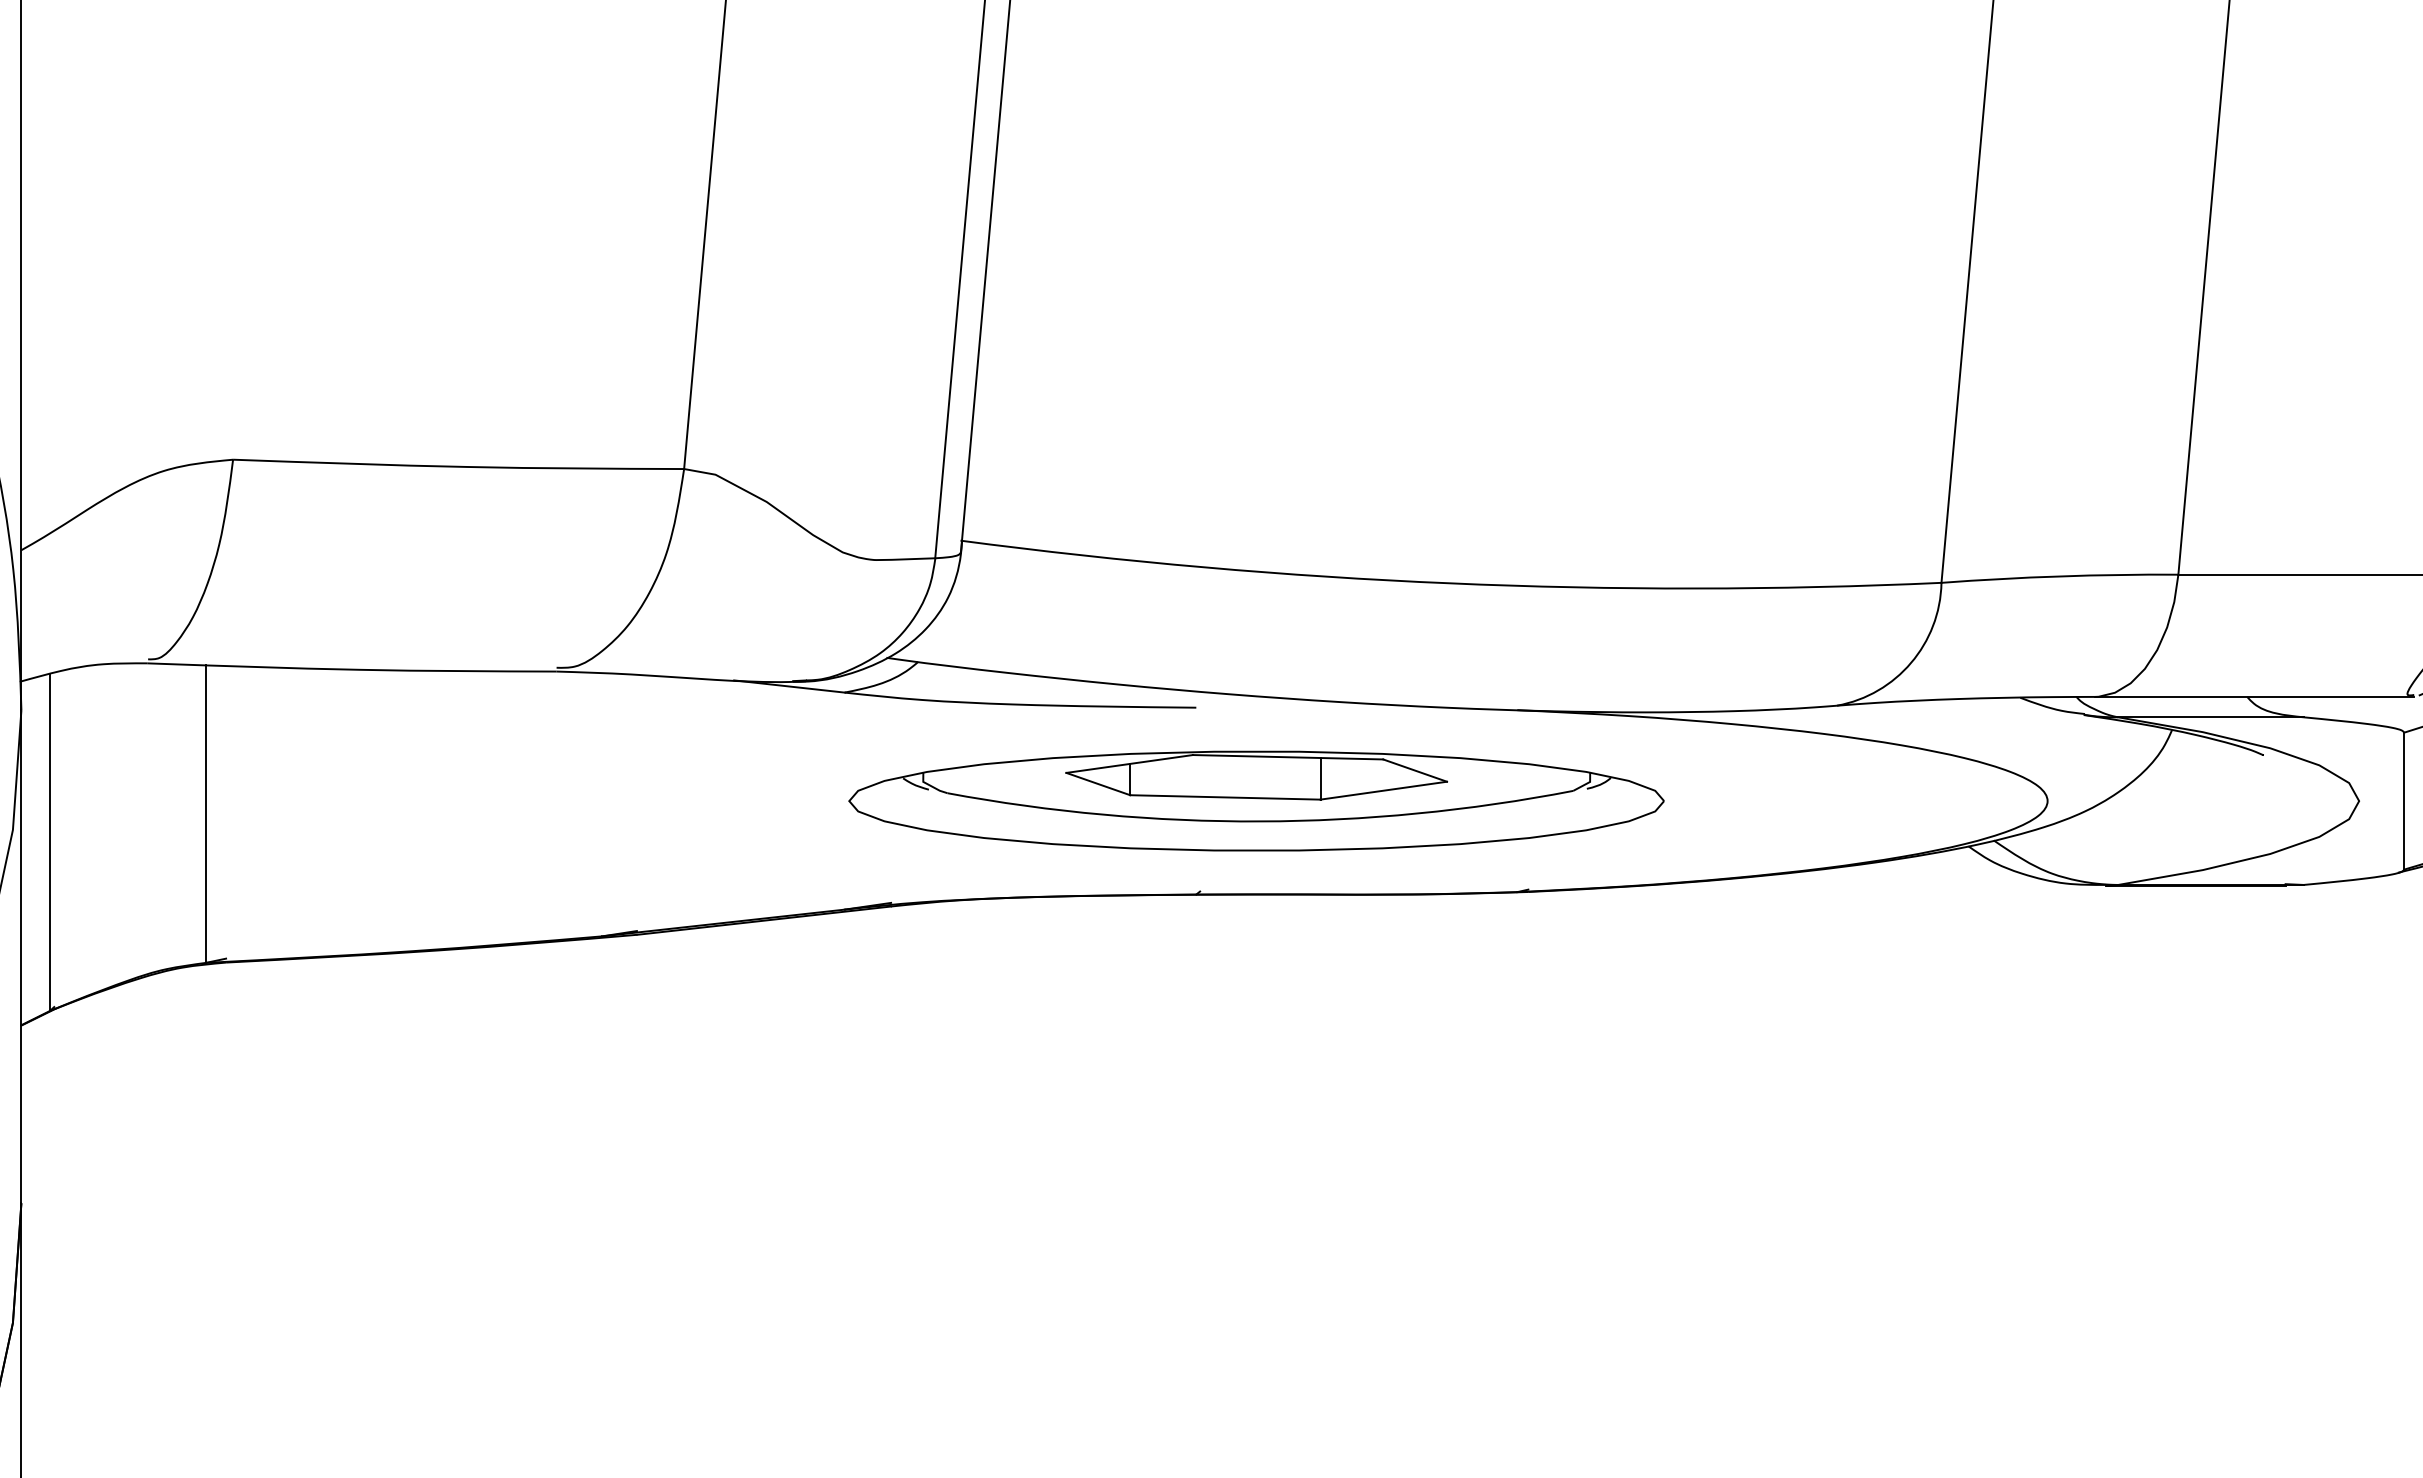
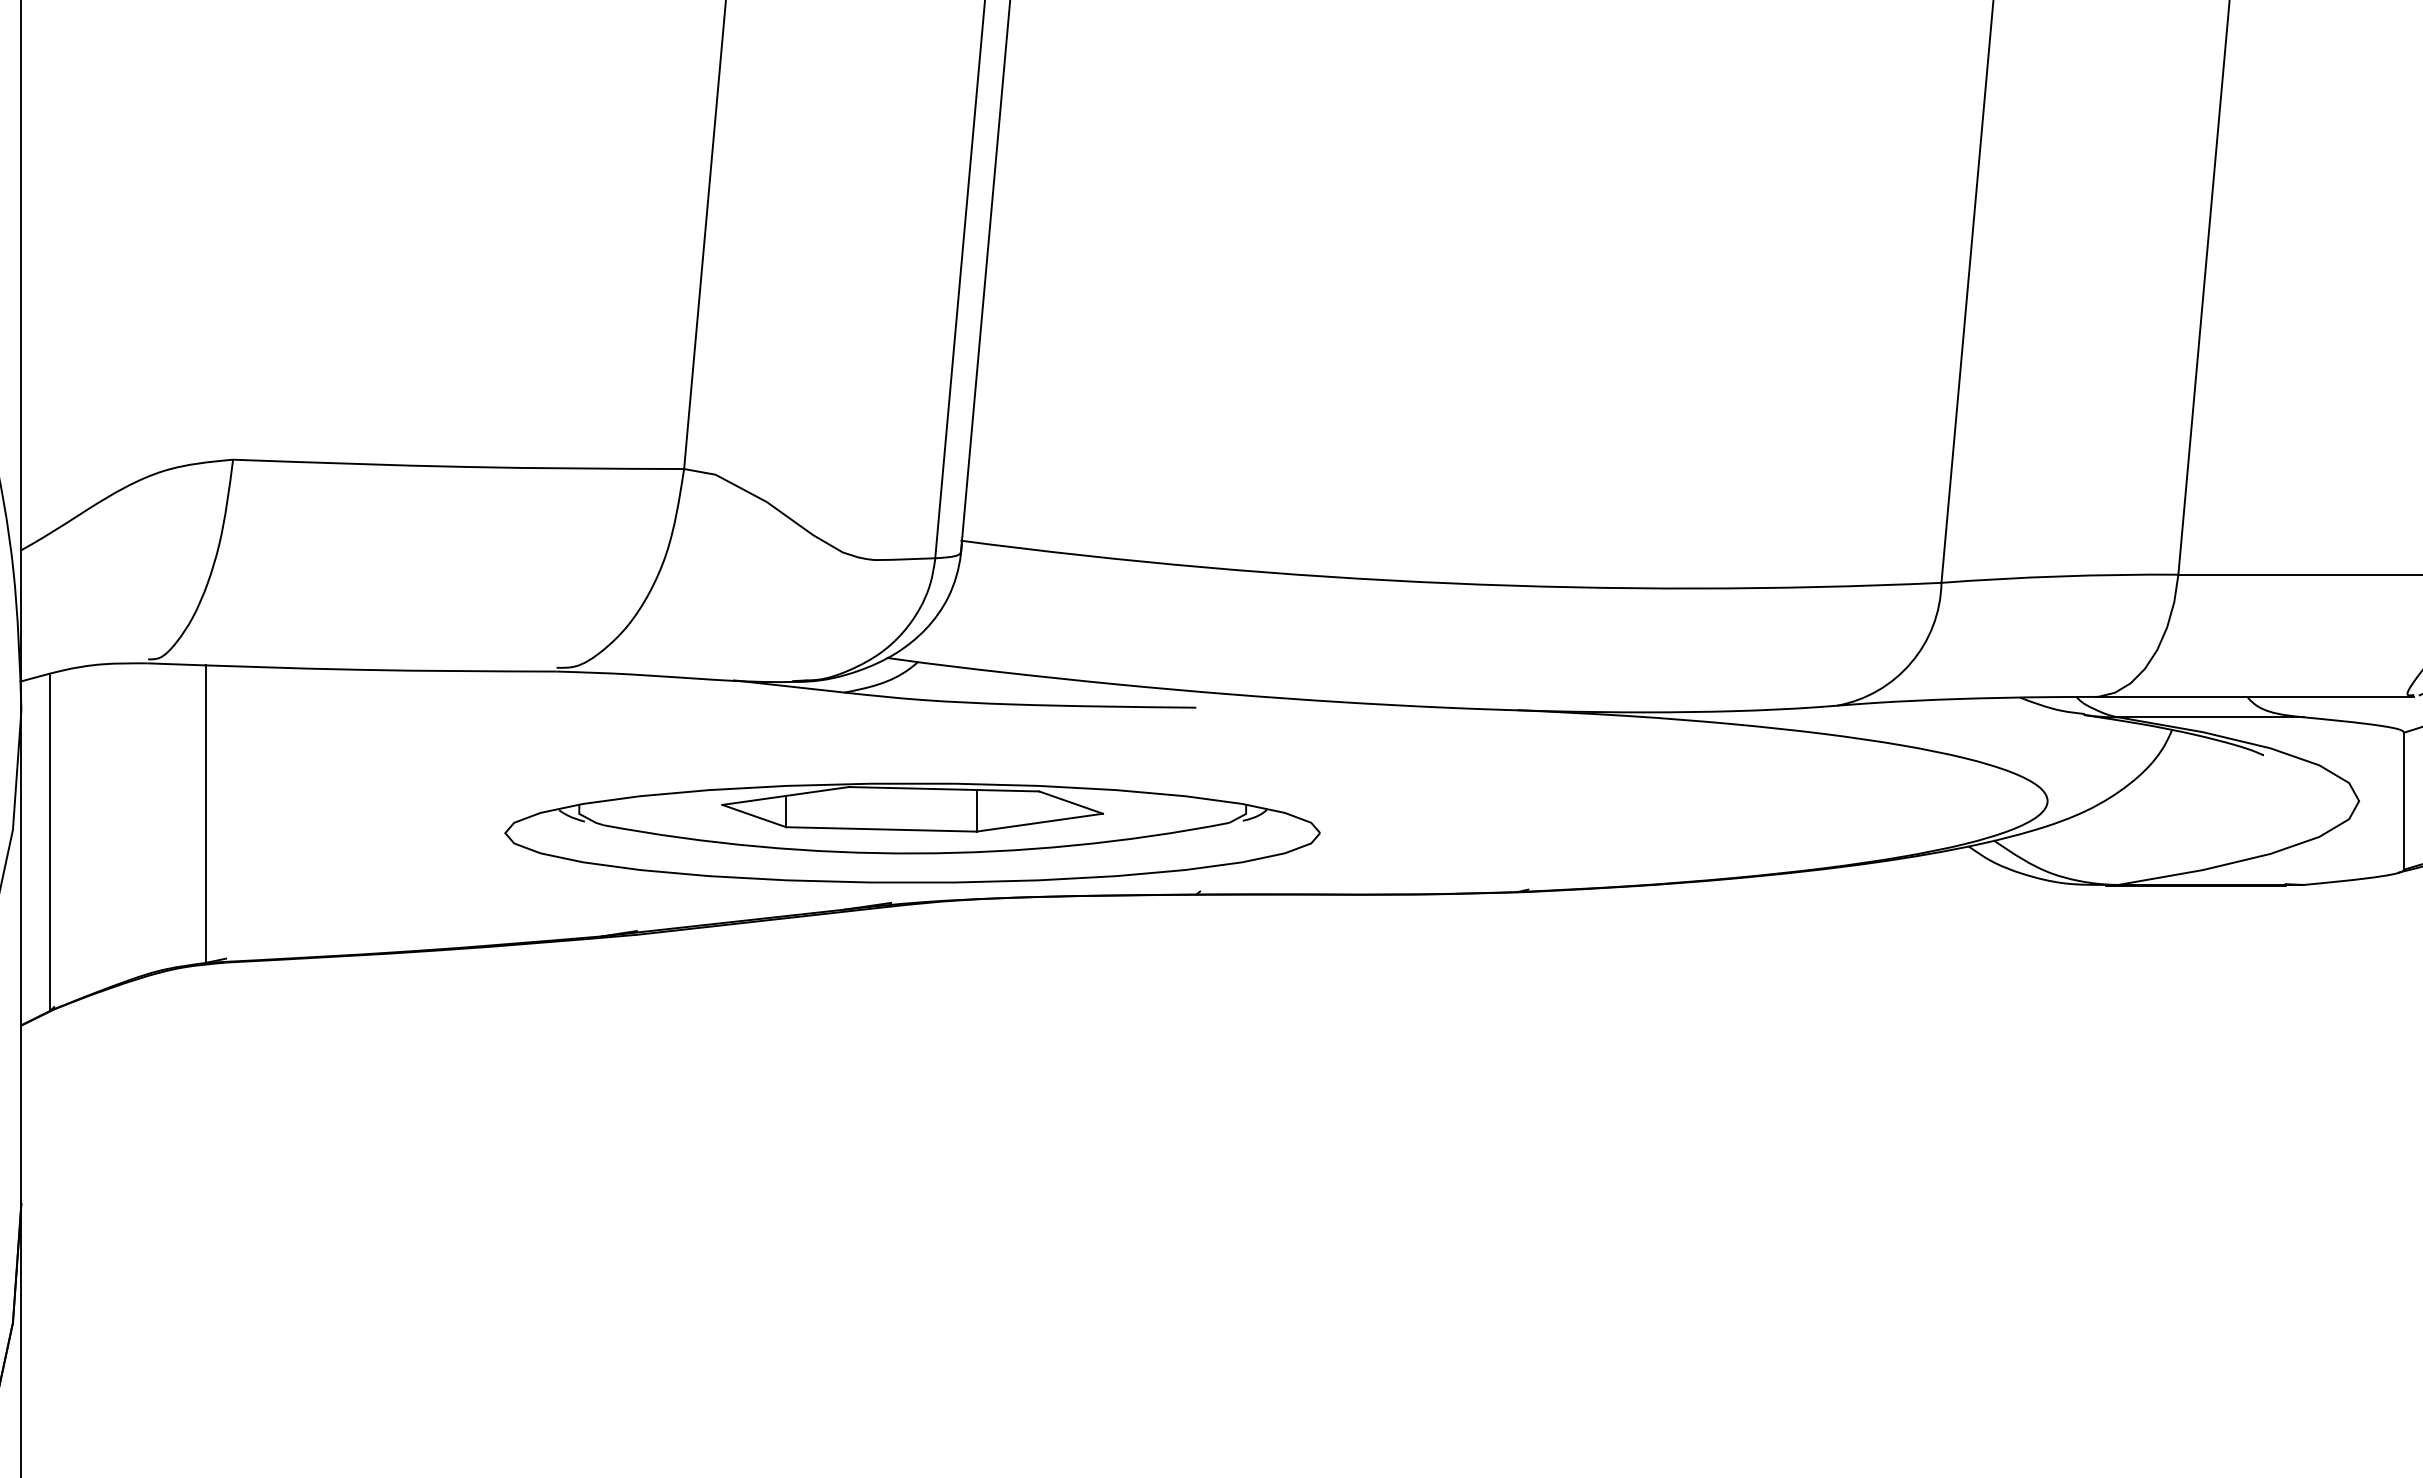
part at (1256, 800) position: (1256, 800) -> (912, 832)
